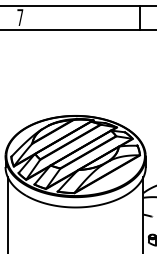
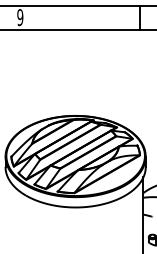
text at (20, 17): 7 -> 9
line at (7, 213): present -> none
